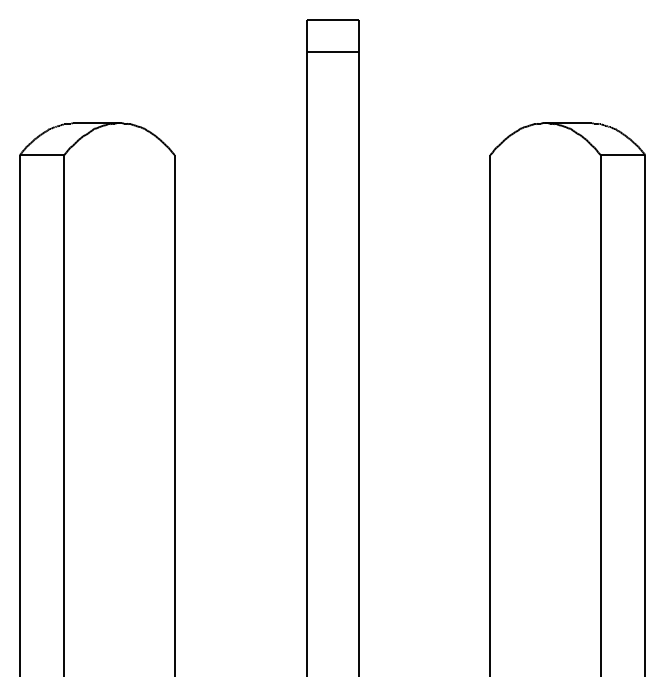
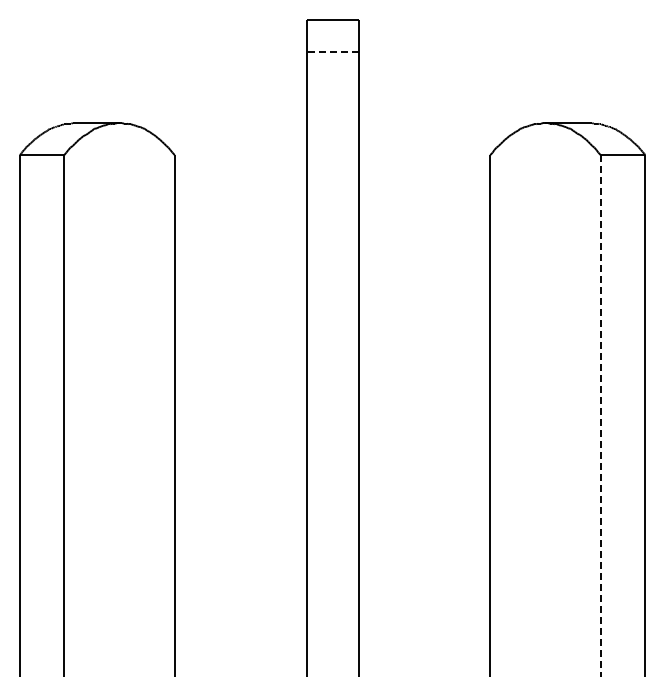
line at (332, 51): solid -> dashed
line at (600, 416): solid -> dashed
